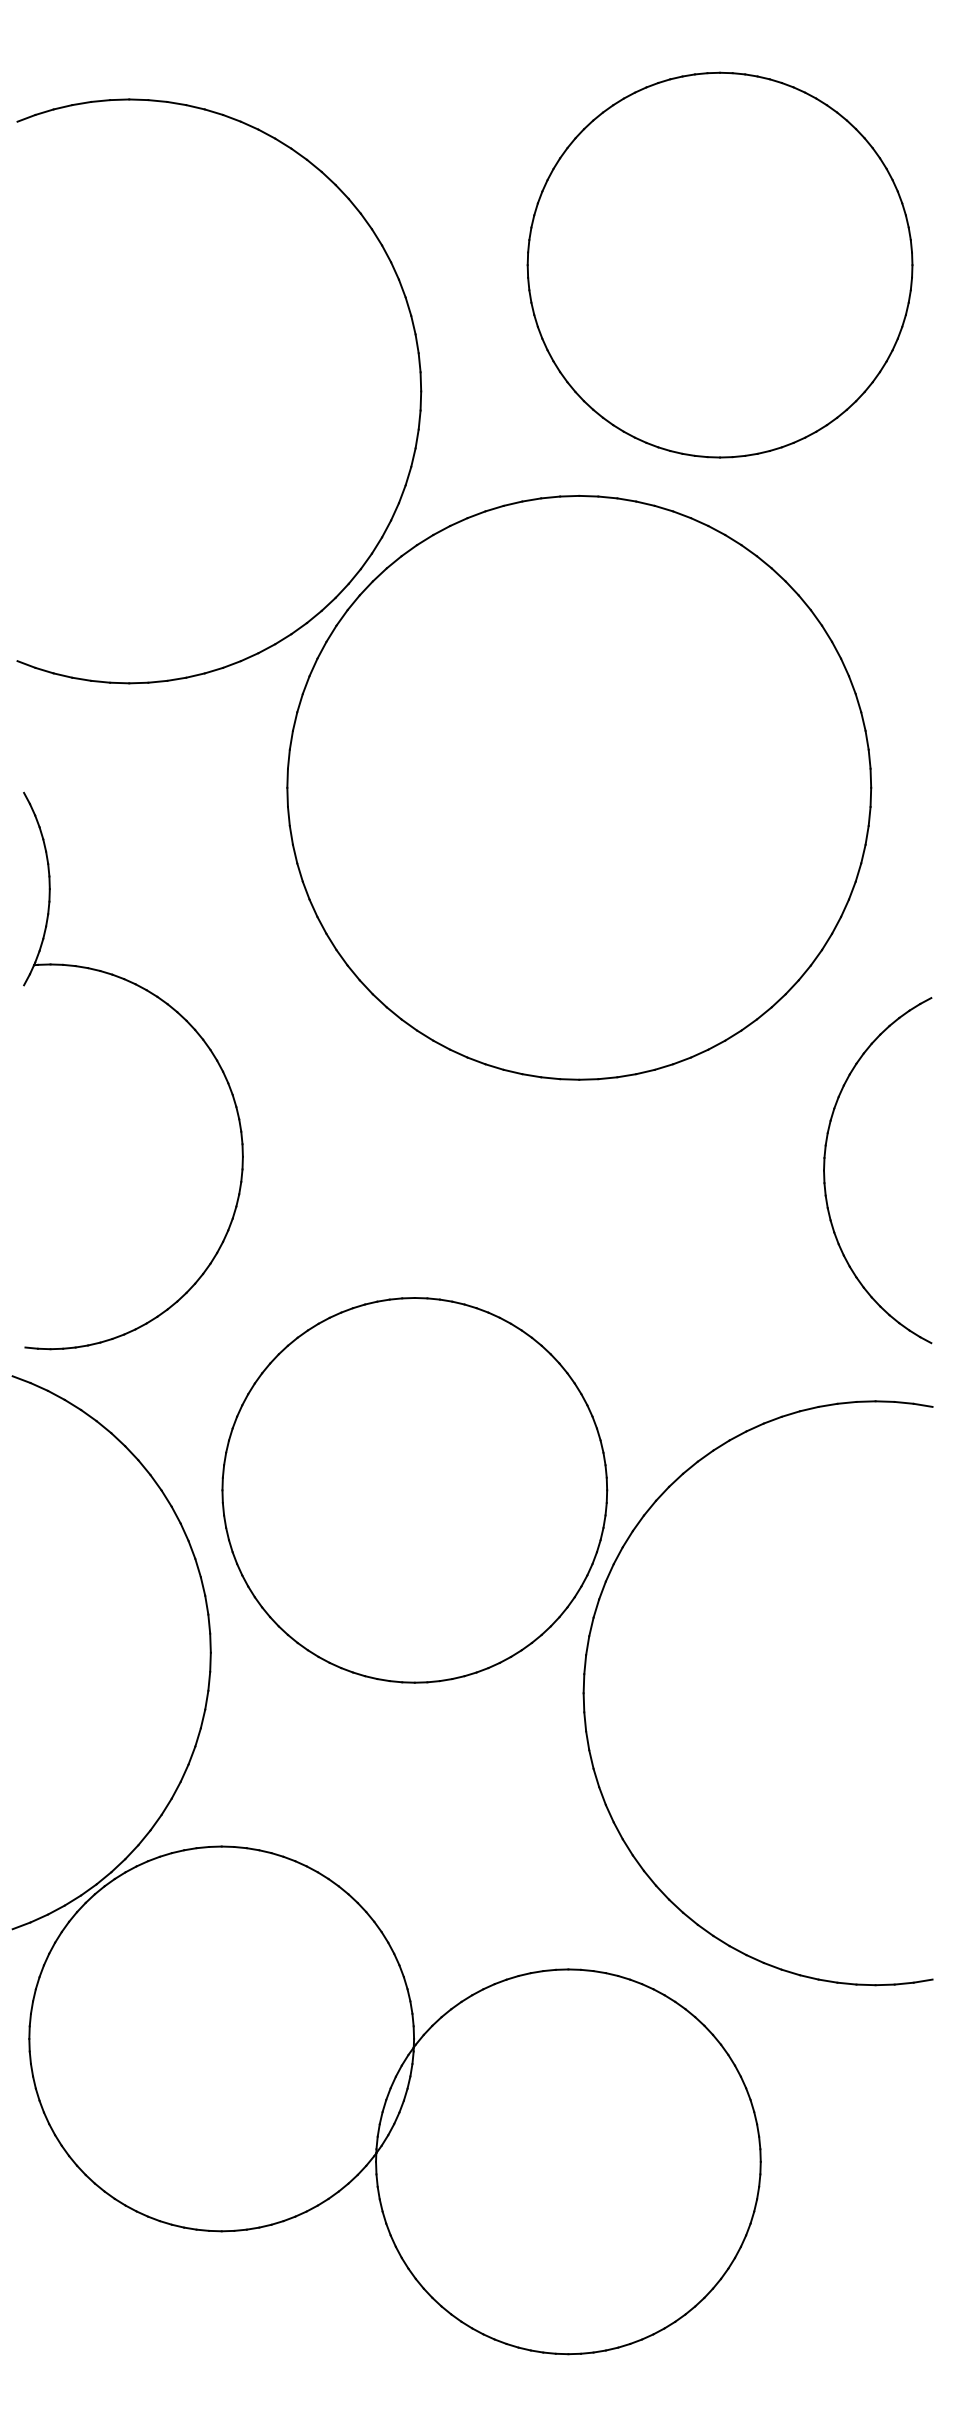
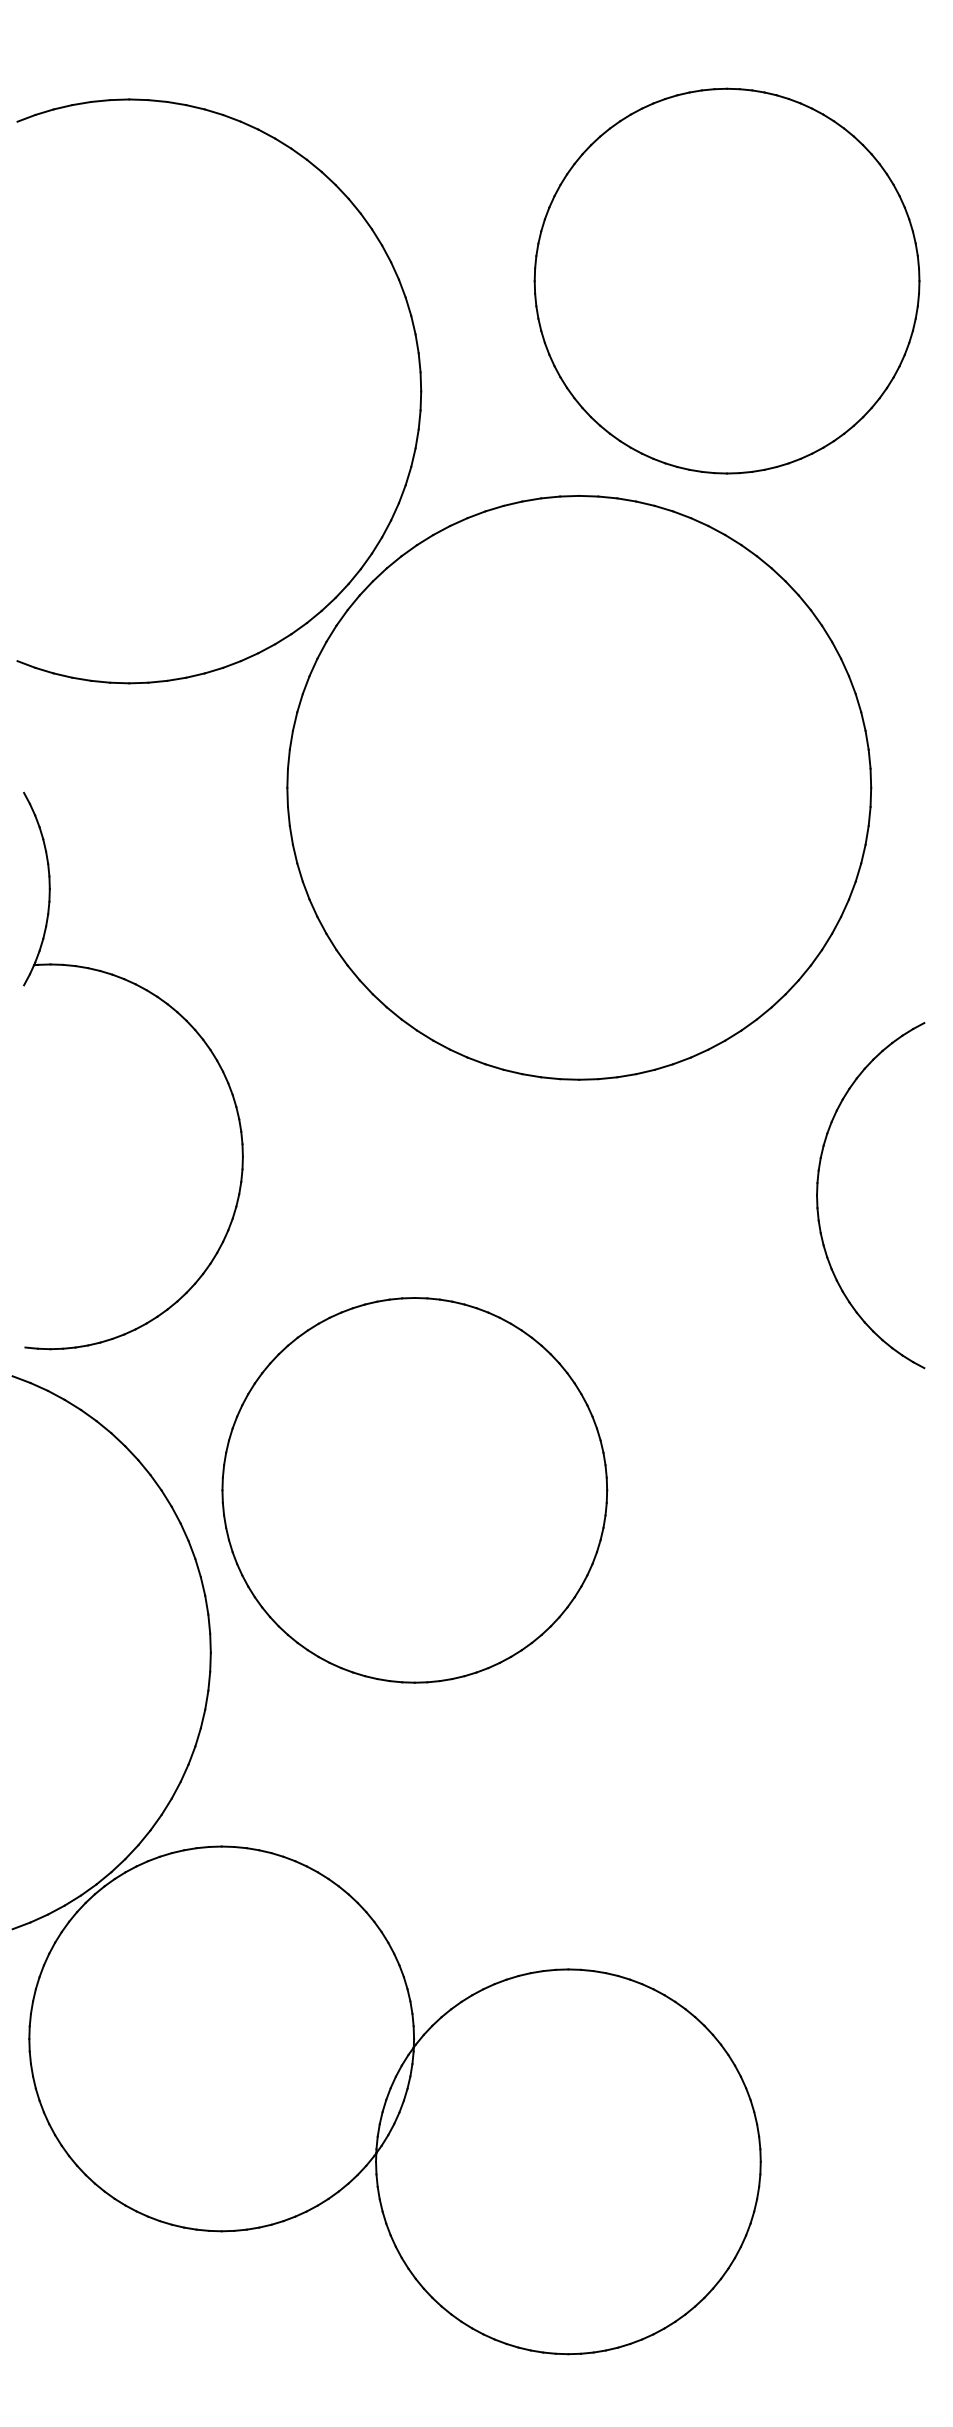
part at (719, 264) position: (719, 264) -> (726, 280)
part at (825, 1166) position: (825, 1166) -> (818, 1191)
part at (585, 1708): present -> none
